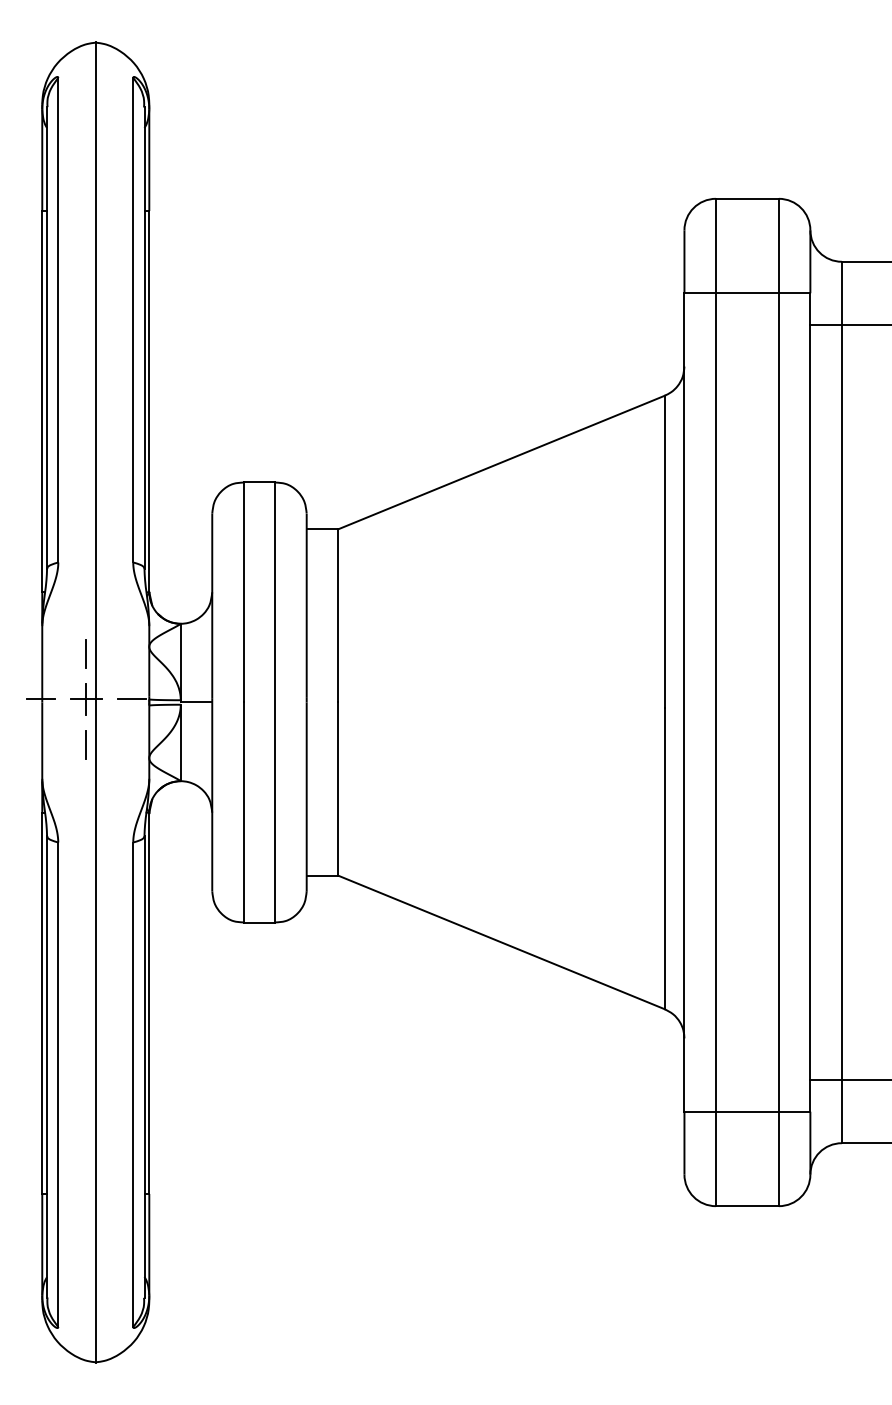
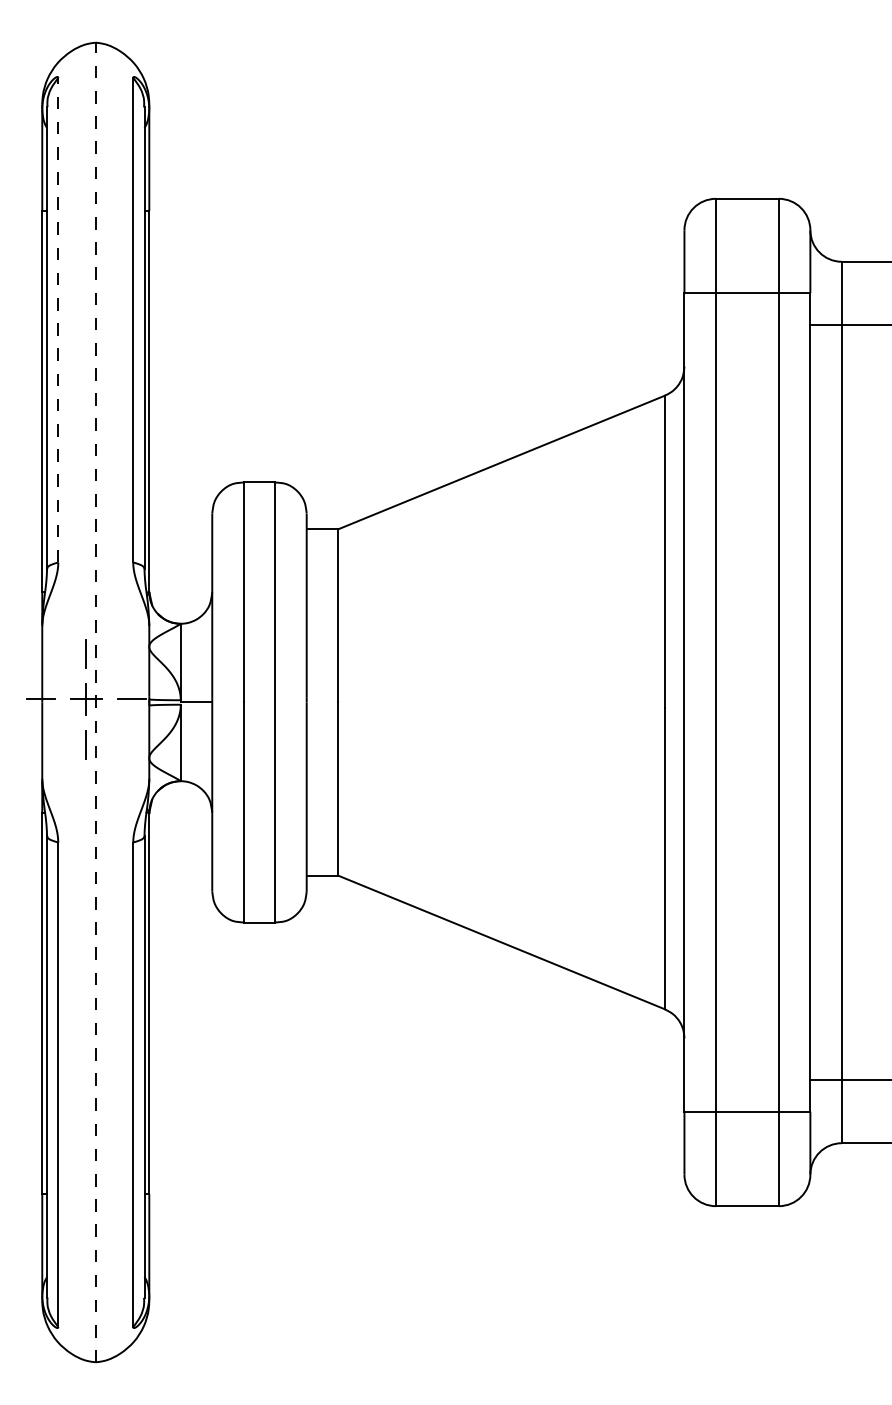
line at (58, 319): solid -> dashed
line at (95, 702): solid -> dashed
